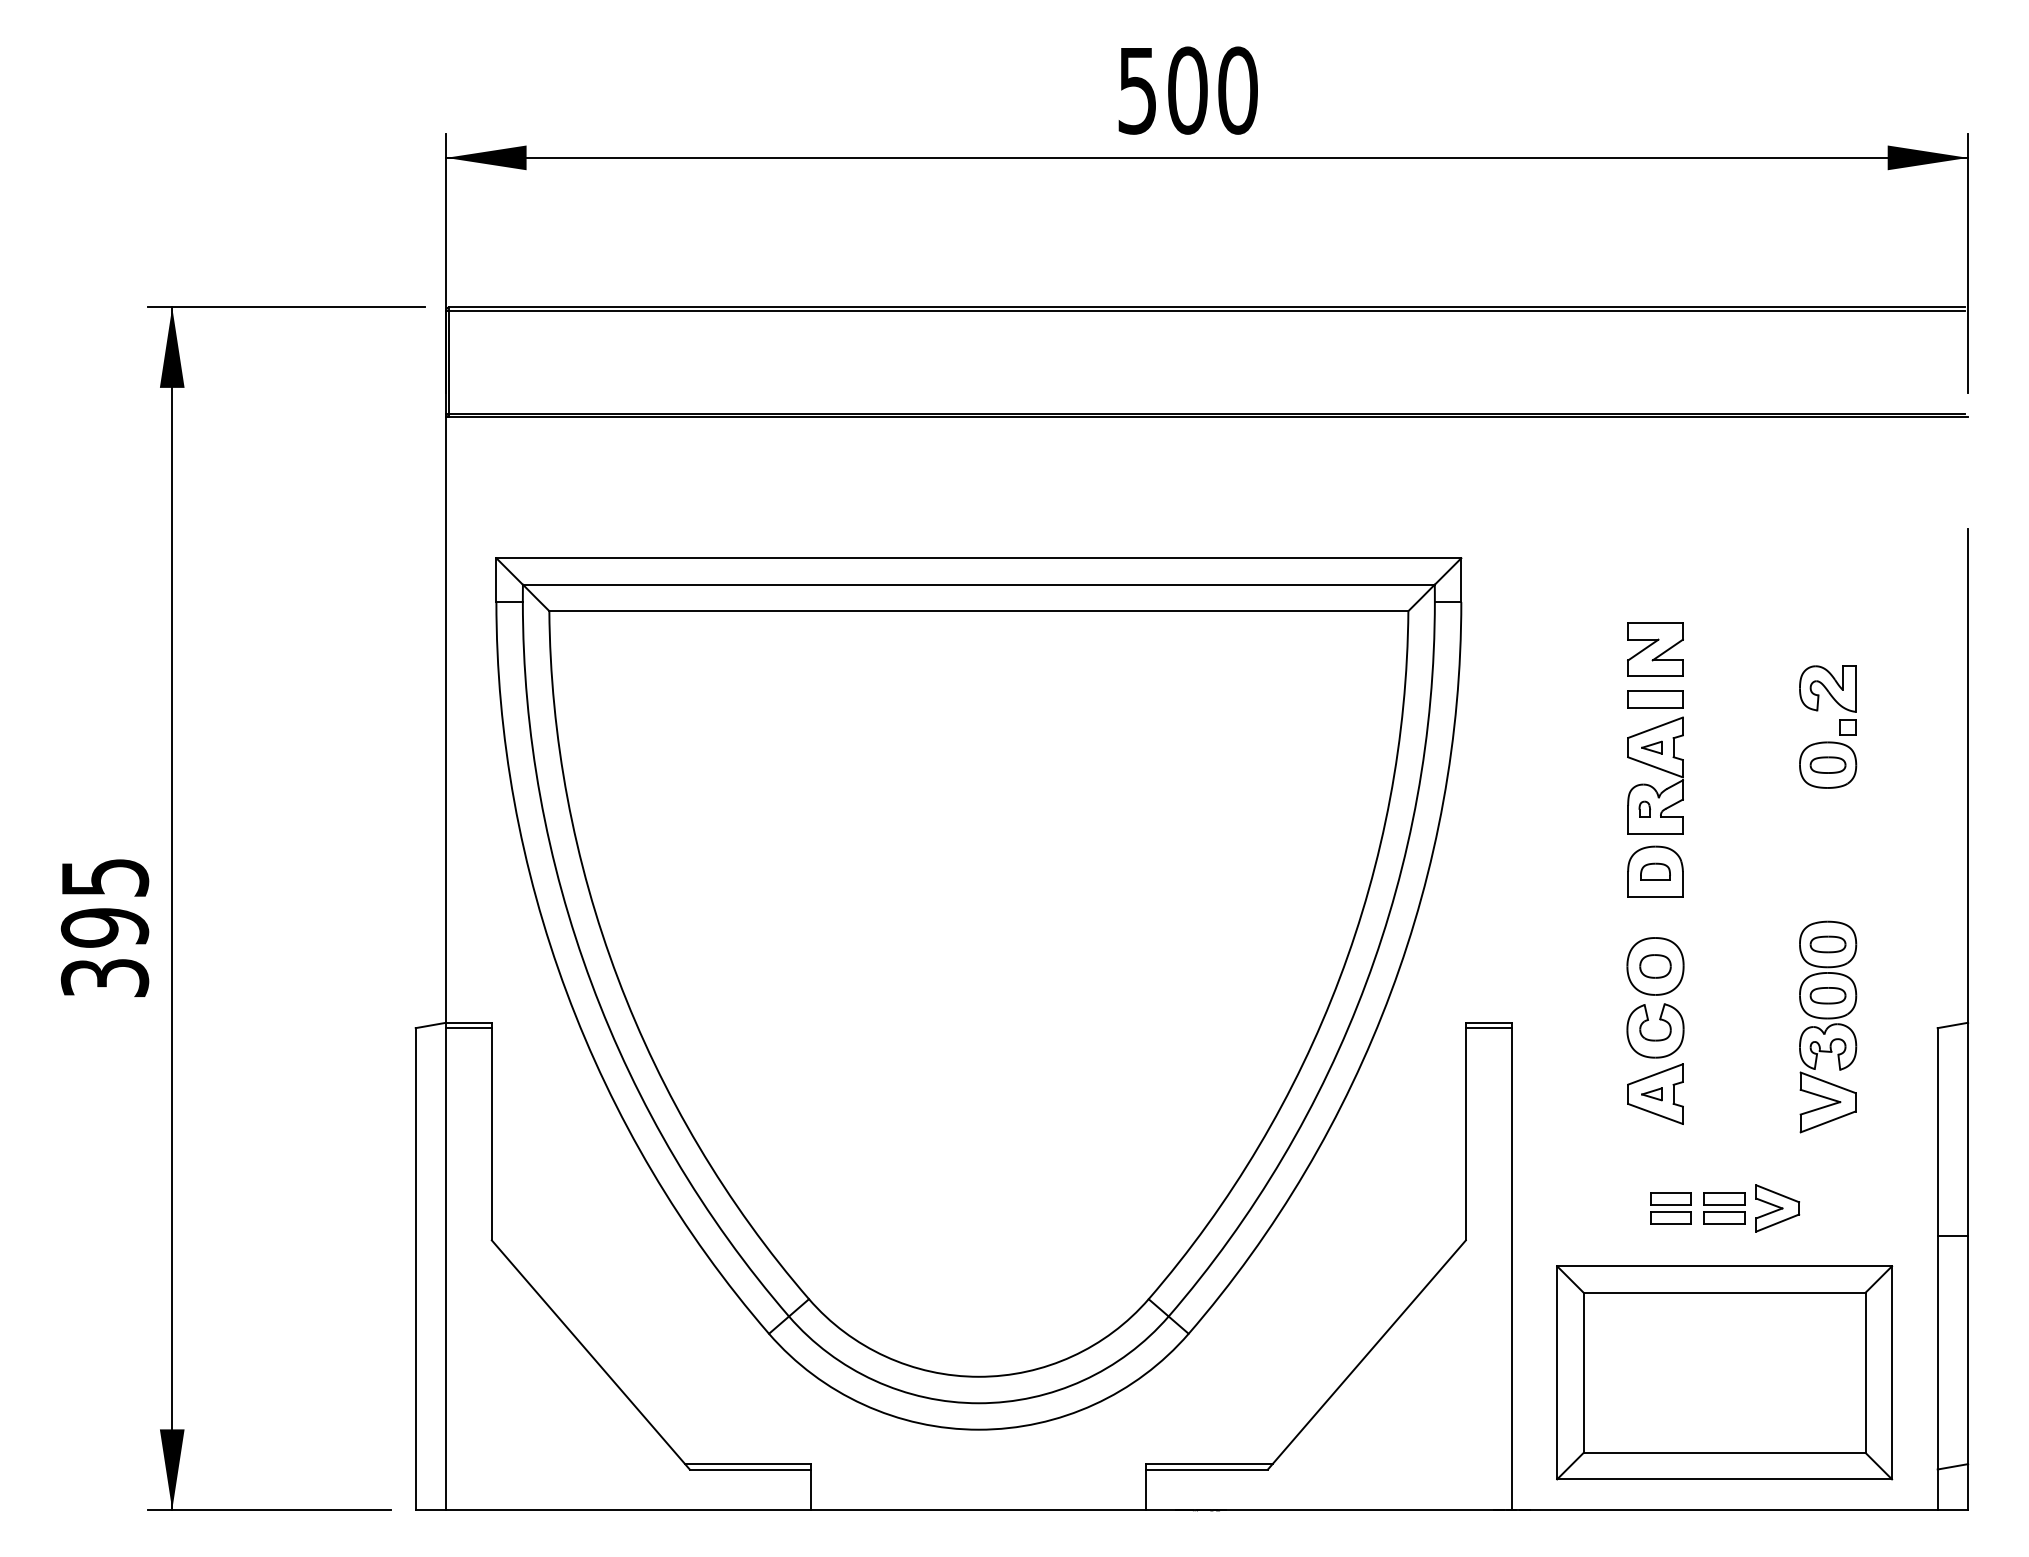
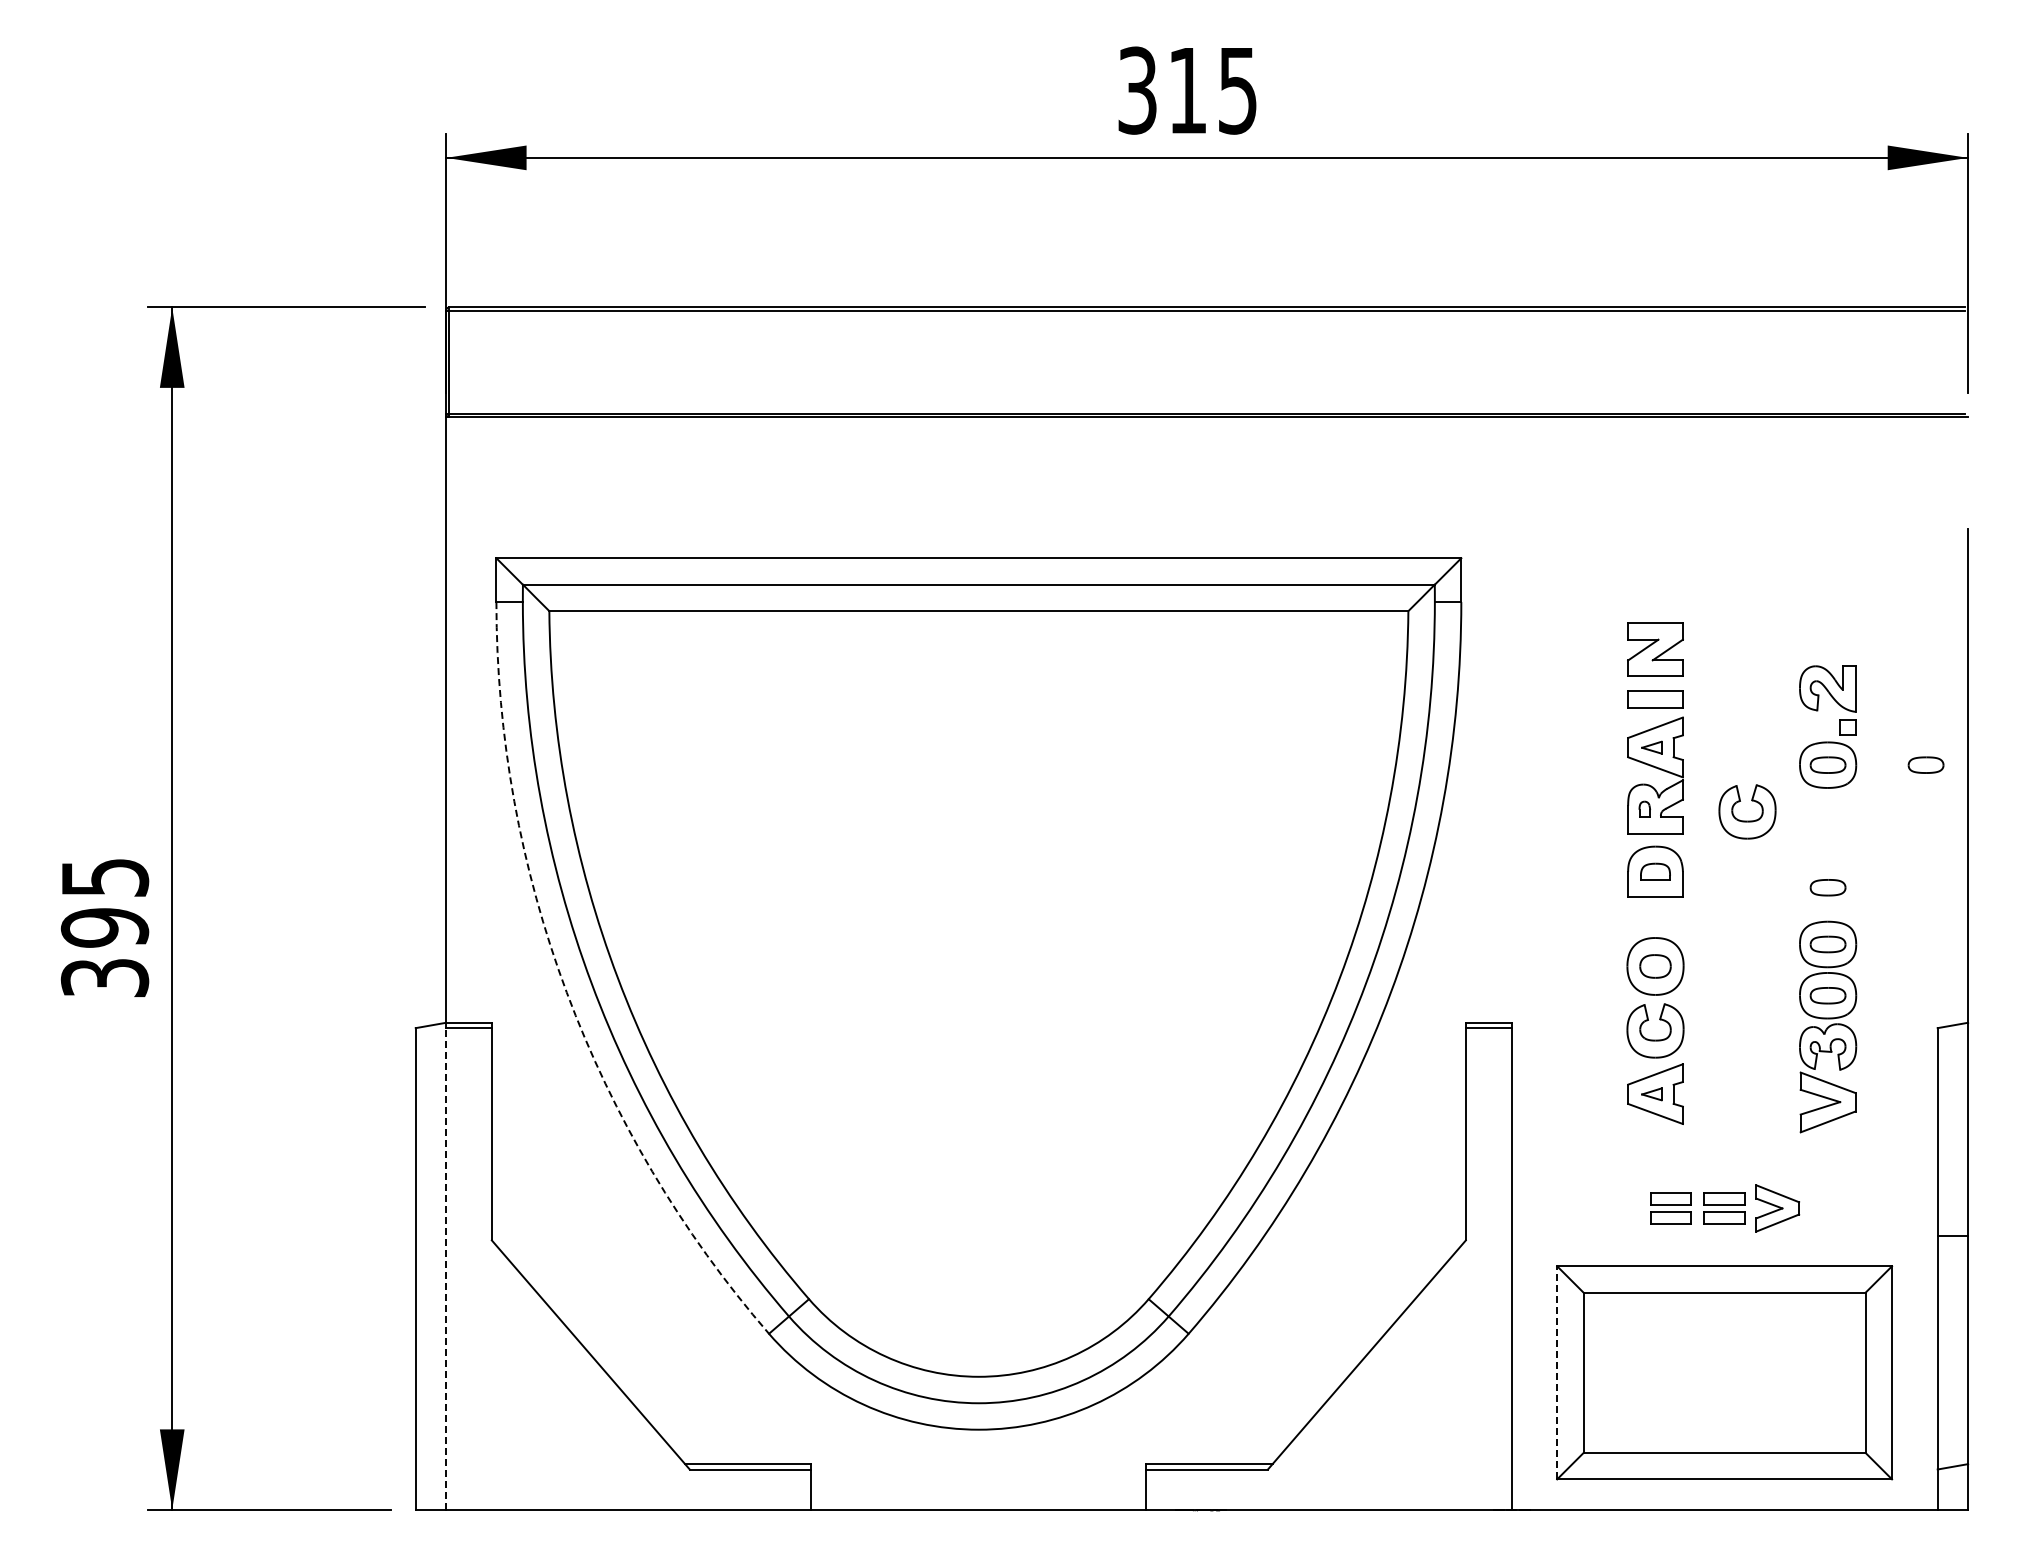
text at (1188, 90): 500 -> 315
part at (1925, 764): none -> present
part at (1747, 820): none -> present
part at (1827, 887): none -> present
arc at (566, 992): solid -> dashed
line at (446, 1268): solid -> dashed
line at (1557, 1372): solid -> dashed
